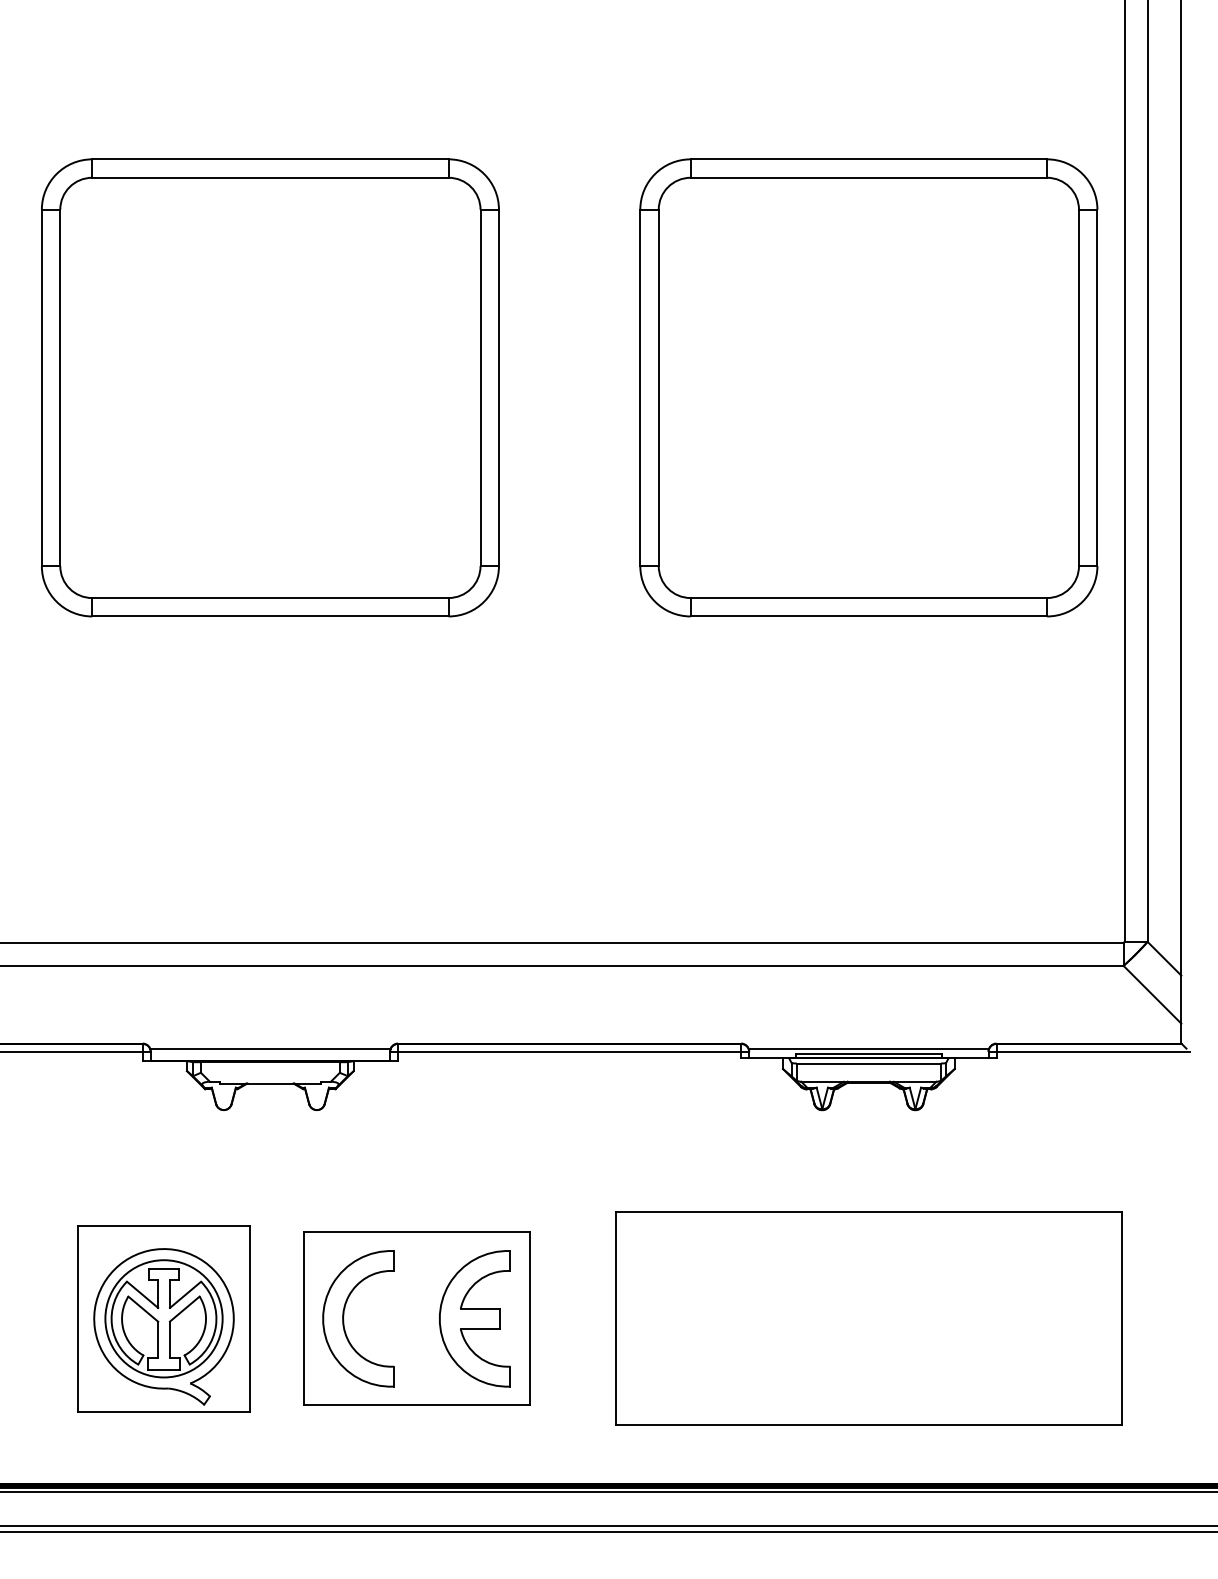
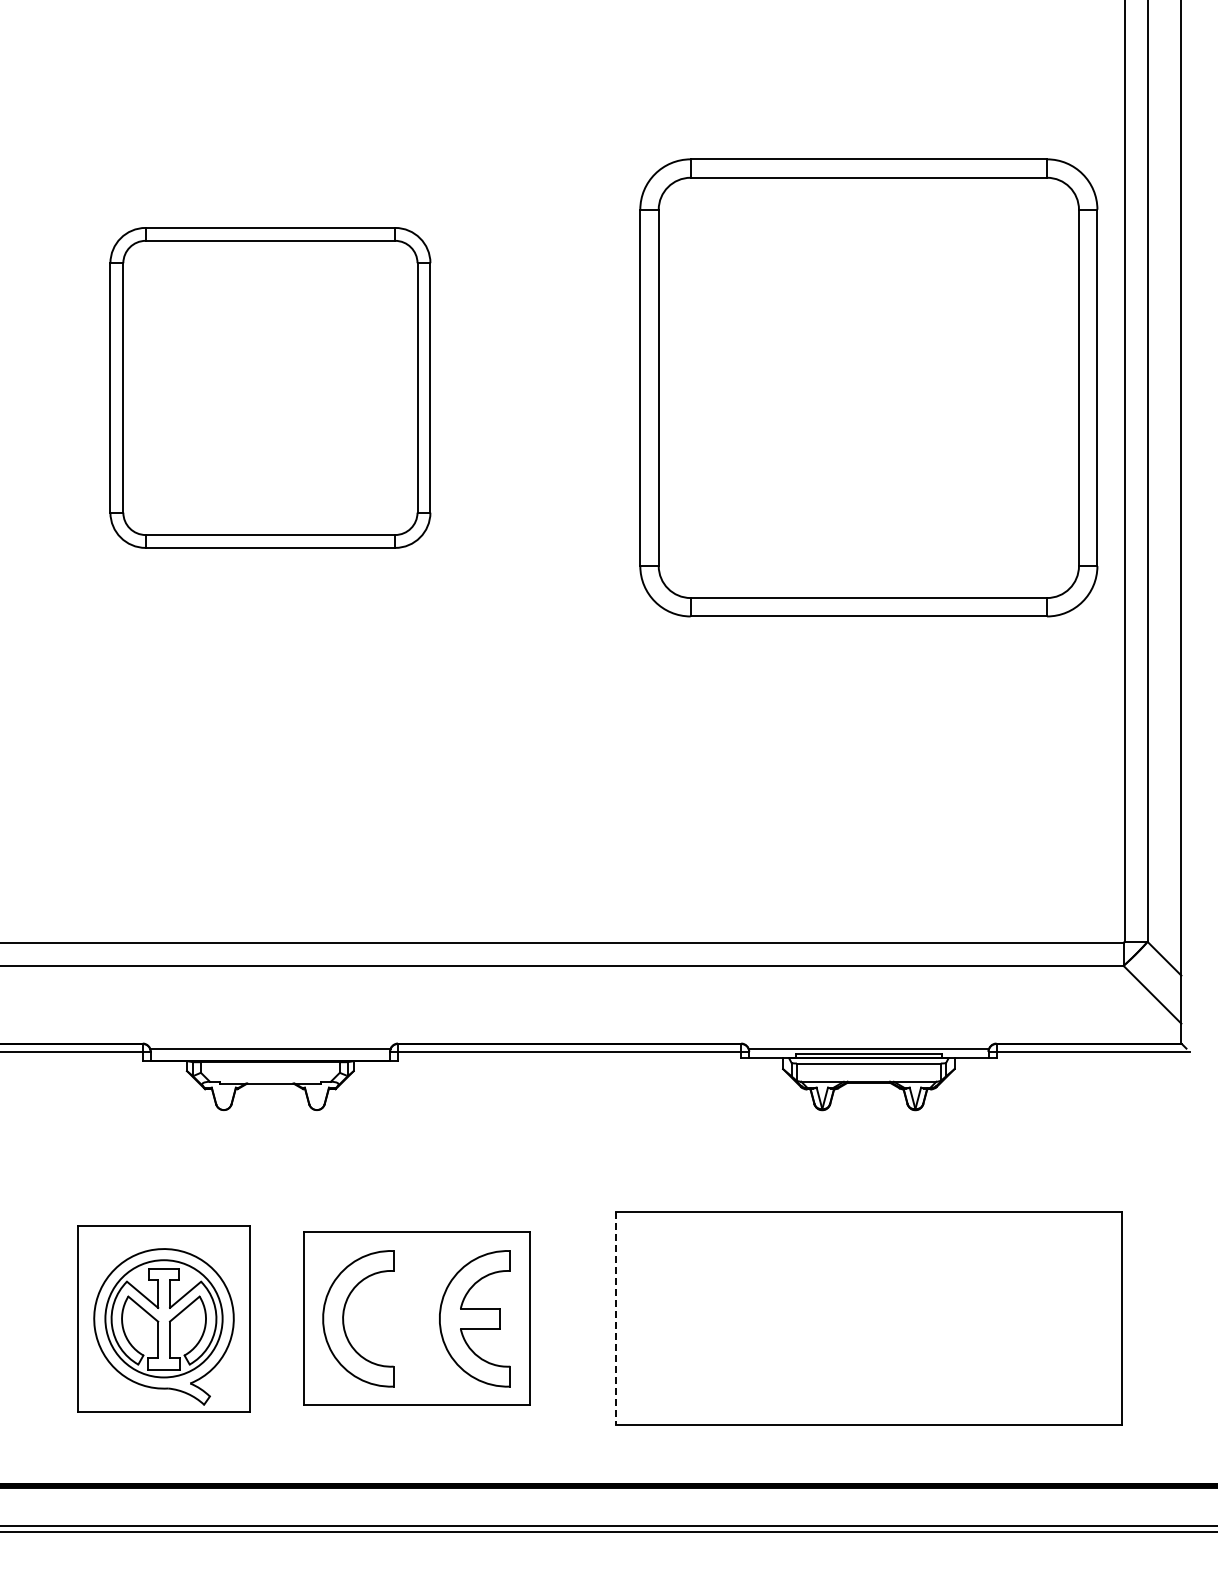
part at (270, 387) size: 459x460 px -> 323x322 px
line at (616, 1319): solid -> dashed
line at (608, 1491): present -> none
